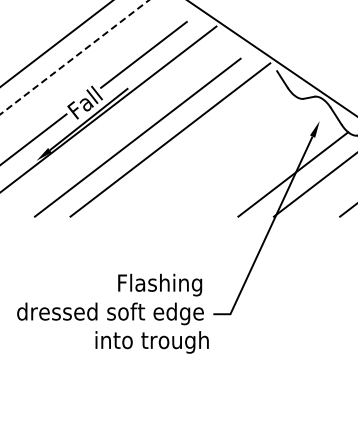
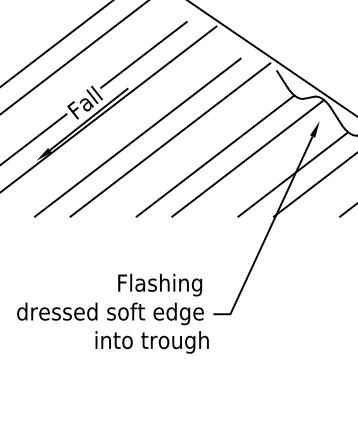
line at (74, 57): dashed -> solid
line at (215, 155): none -> present
line at (248, 158): none -> present
